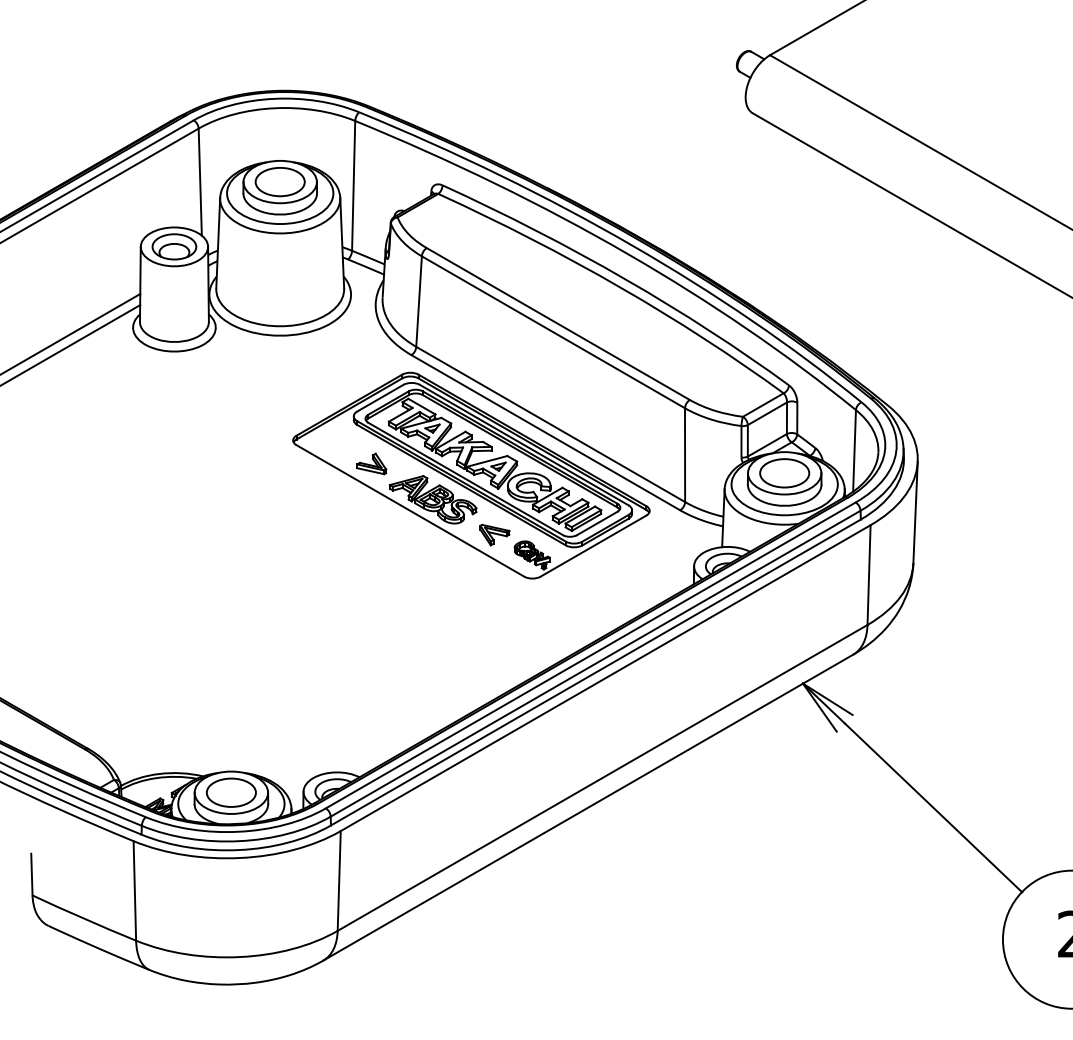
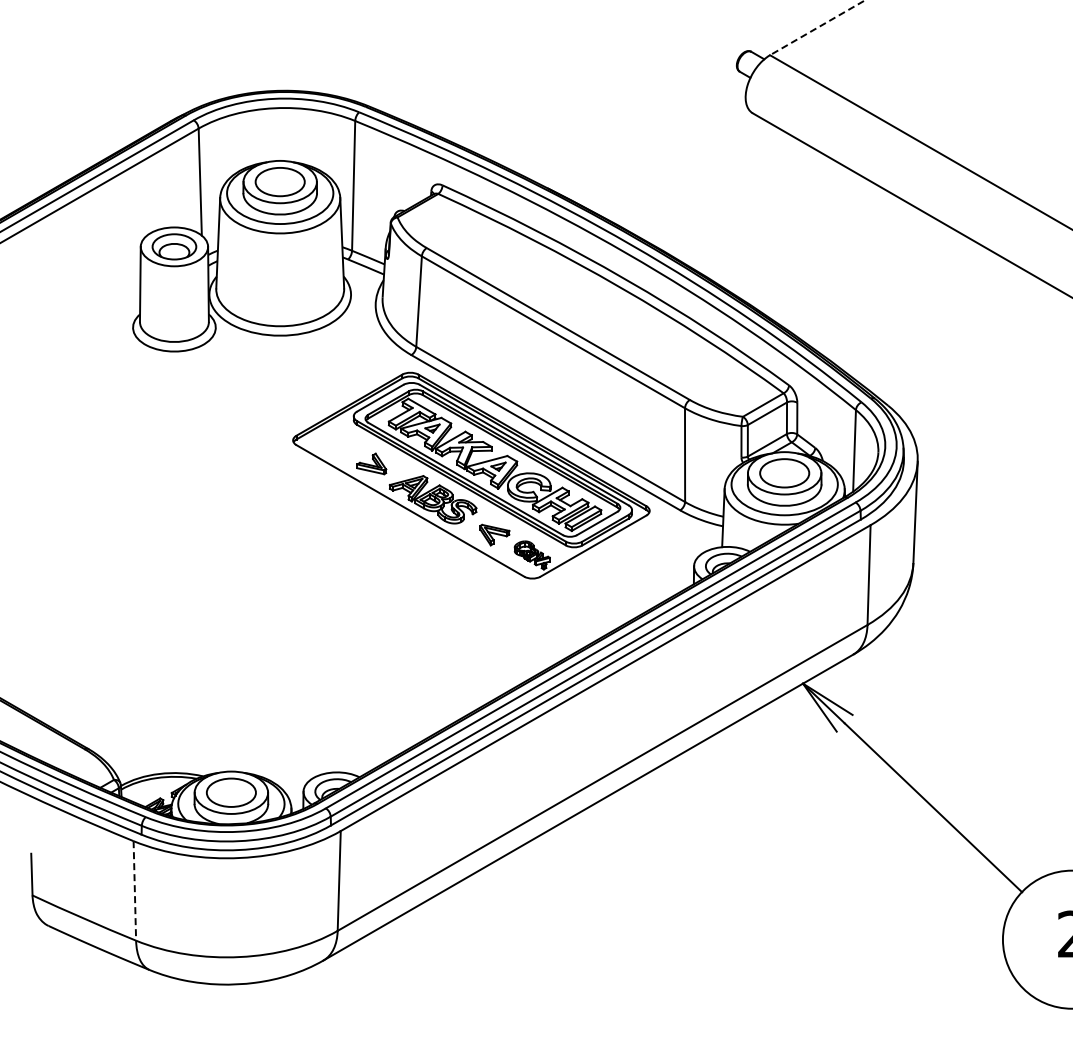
line at (817, 27): solid -> dashed
line at (71, 333): present -> none
line at (71, 344): present -> none
line at (134, 890): solid -> dashed
